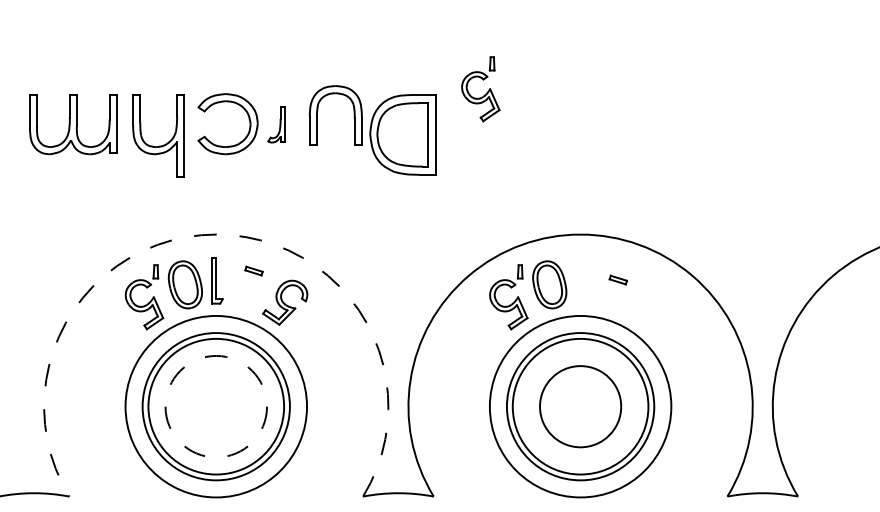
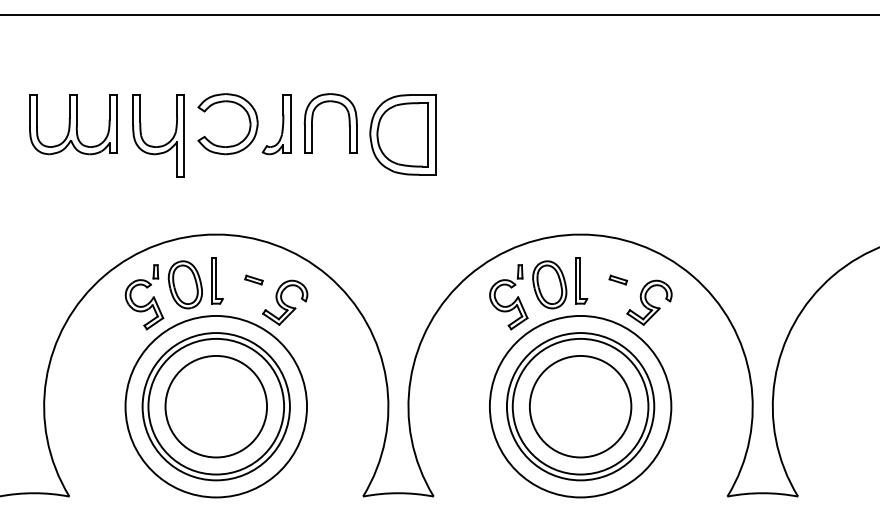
line at (439, 15): none -> present
part at (485, 93): present -> none
part at (318, 110) position: (318, 110) -> (313, 118)
part at (276, 124) size: 19x38 px -> 31x62 px
arc at (216, 234): dashed -> solid
part at (253, 270) position: (253, 270) -> (253, 279)
part at (581, 280): none -> present
part at (649, 302): none -> present
circle at (216, 406): dashed -> solid
circle at (580, 406) diameter: 81 px -> 102 px
